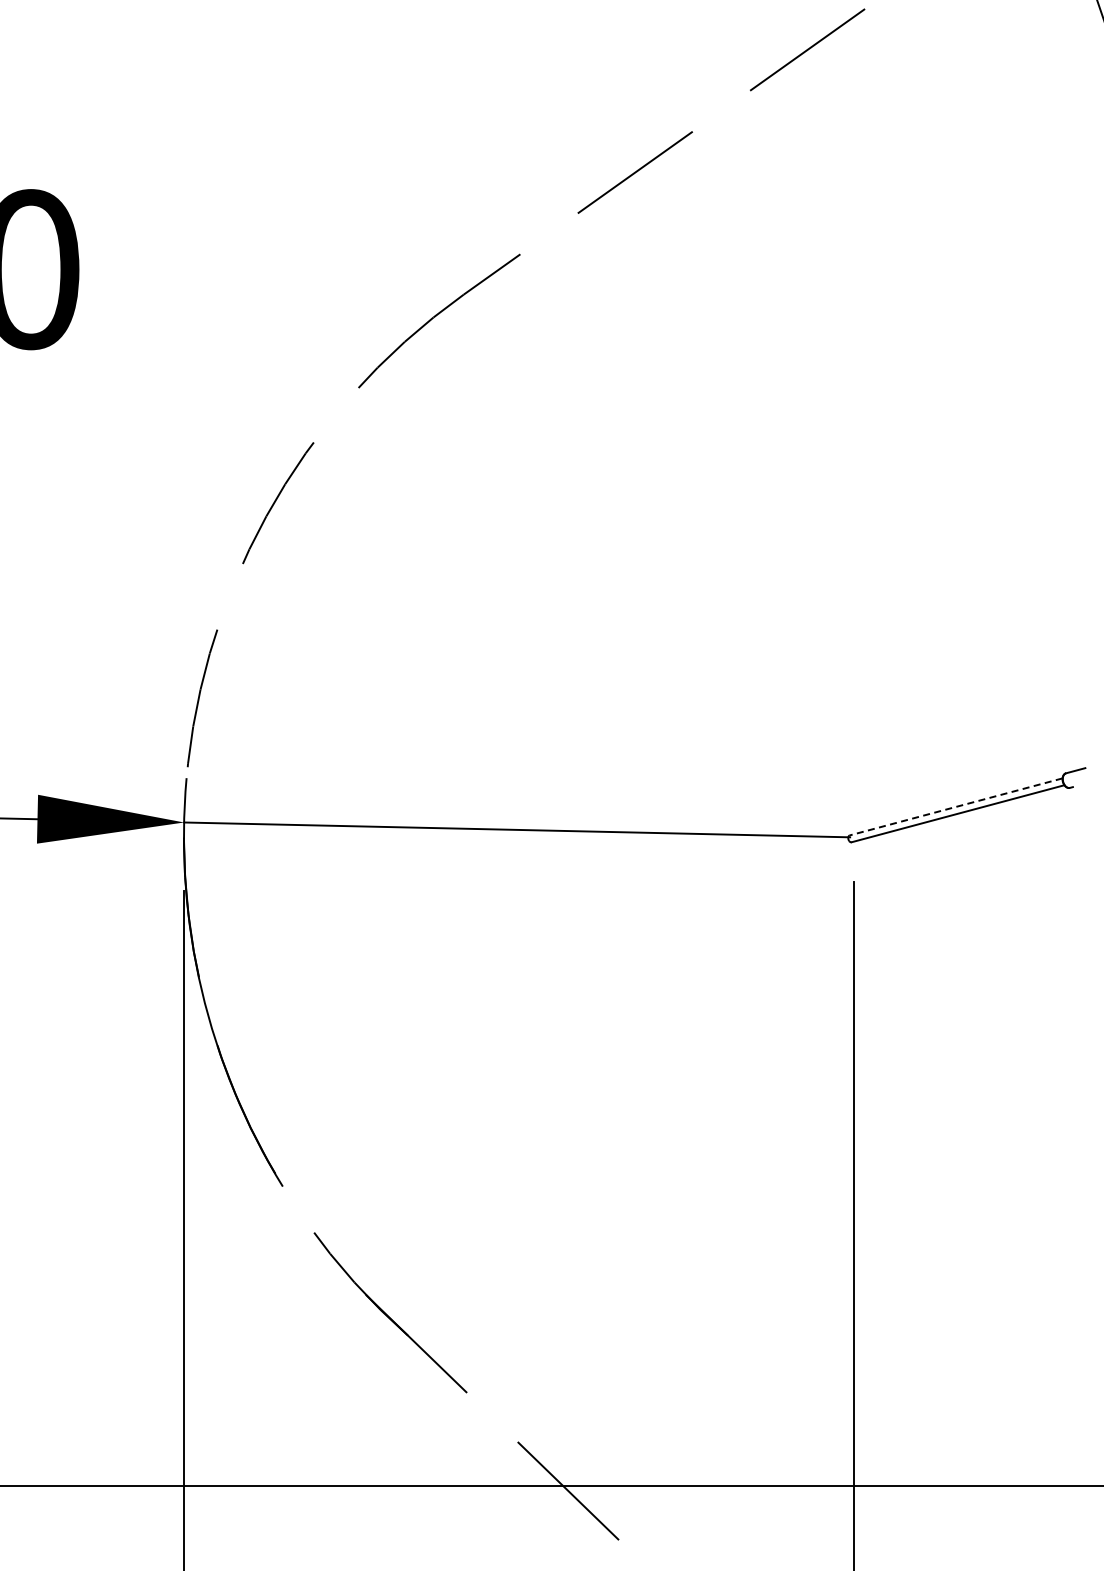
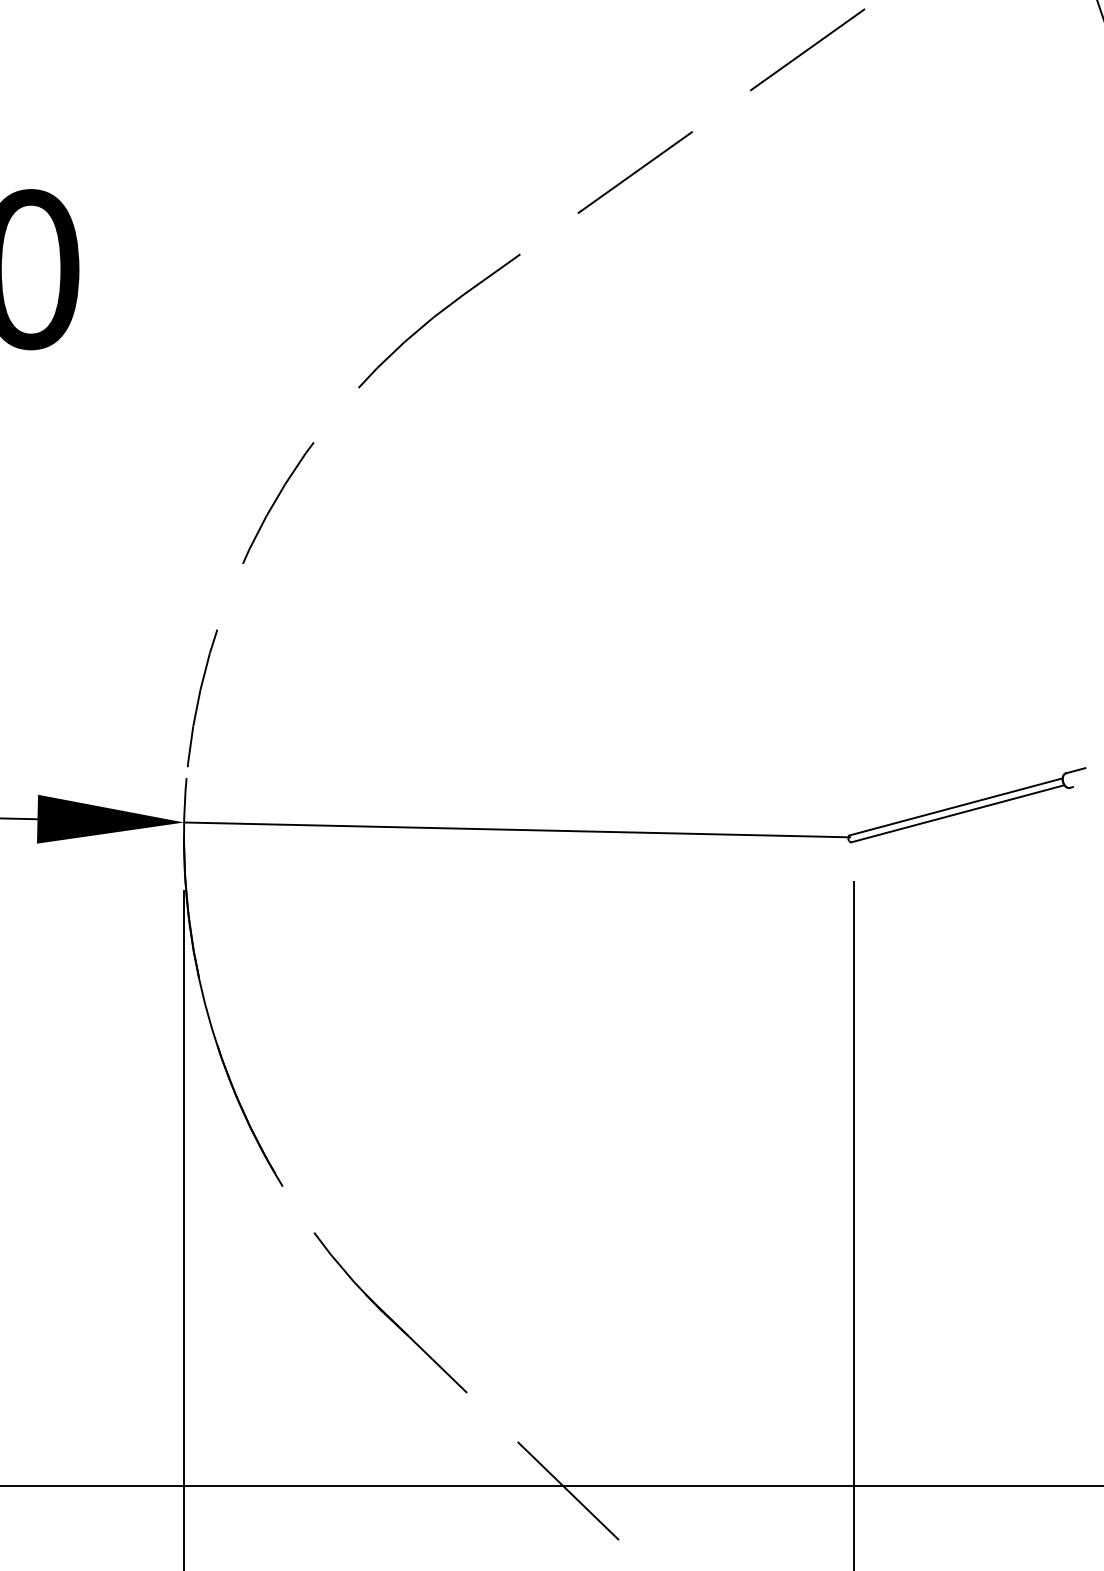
line at (955, 807): dashed -> solid
